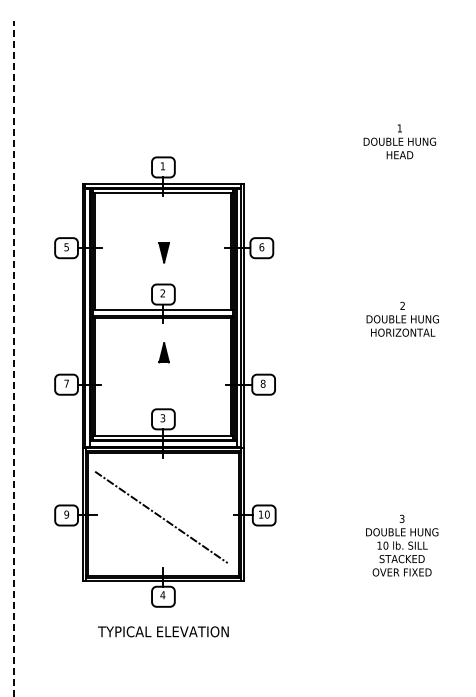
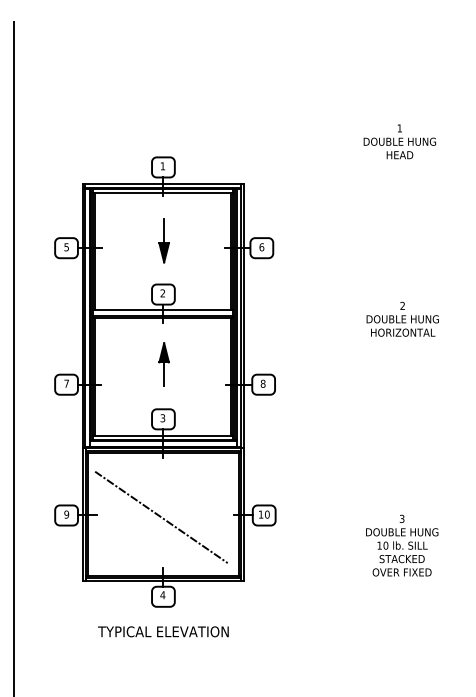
line at (164, 231): none -> present
line at (14, 358): dashed -> solid
line at (164, 374): none -> present
